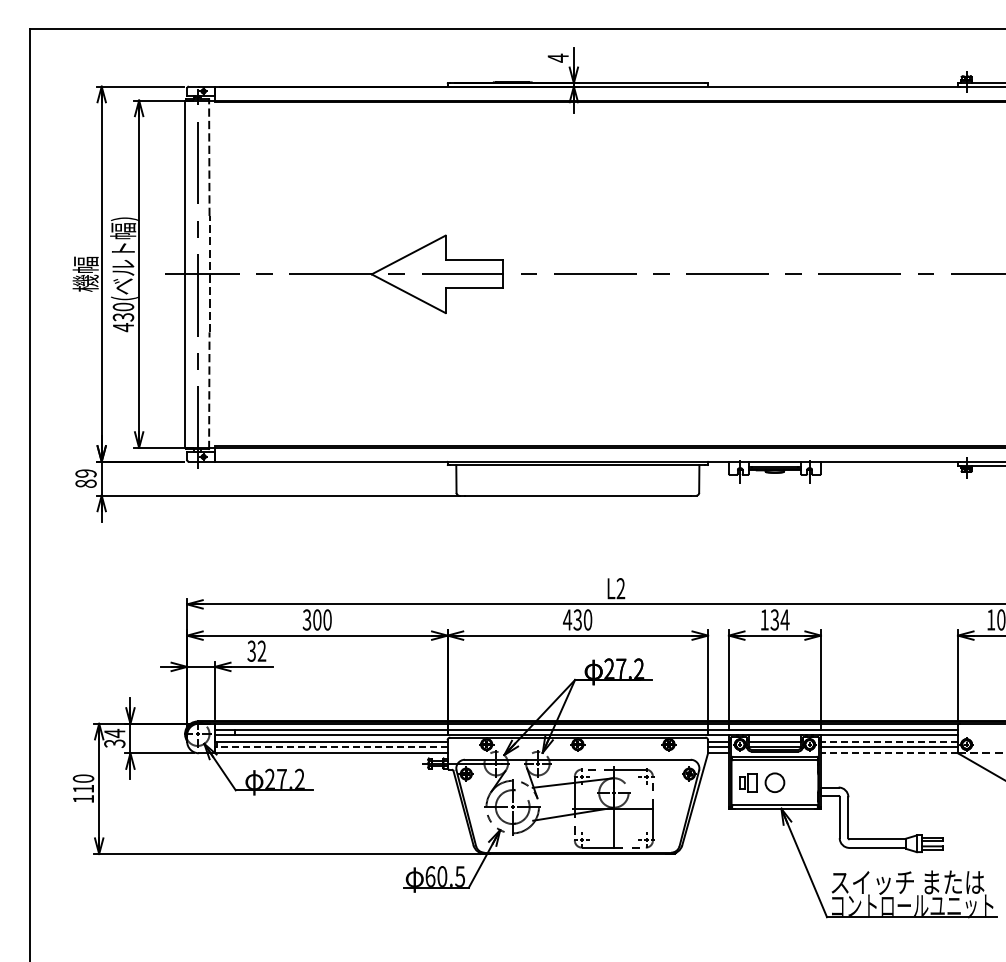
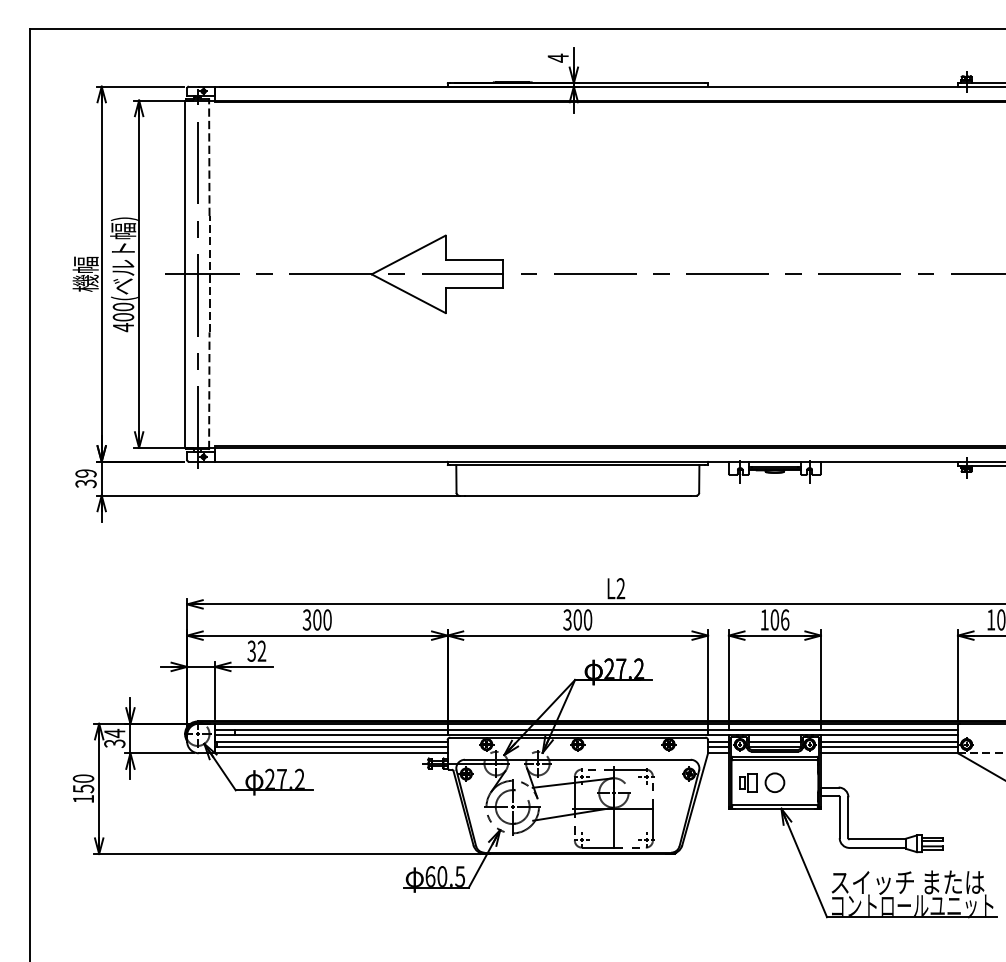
text at (123, 317): 430( -> 400(
text at (85, 483): 89 -> 39
text at (571, 619): 430 -> 300
text at (779, 619): 134 -> 106
line at (889, 741): dashed -> solid
line at (330, 747): dashed -> solid
line at (889, 753): dashed -> solid
text at (83, 788): 110 -> 150
